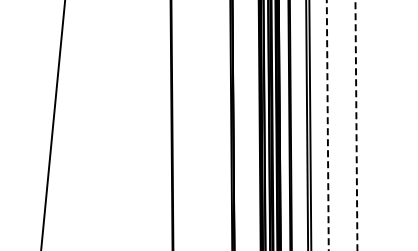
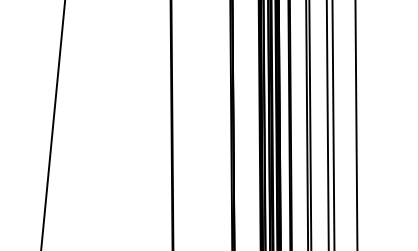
line at (333, 124): none -> present
line at (327, 125): dashed -> solid
line at (356, 125): dashed -> solid
